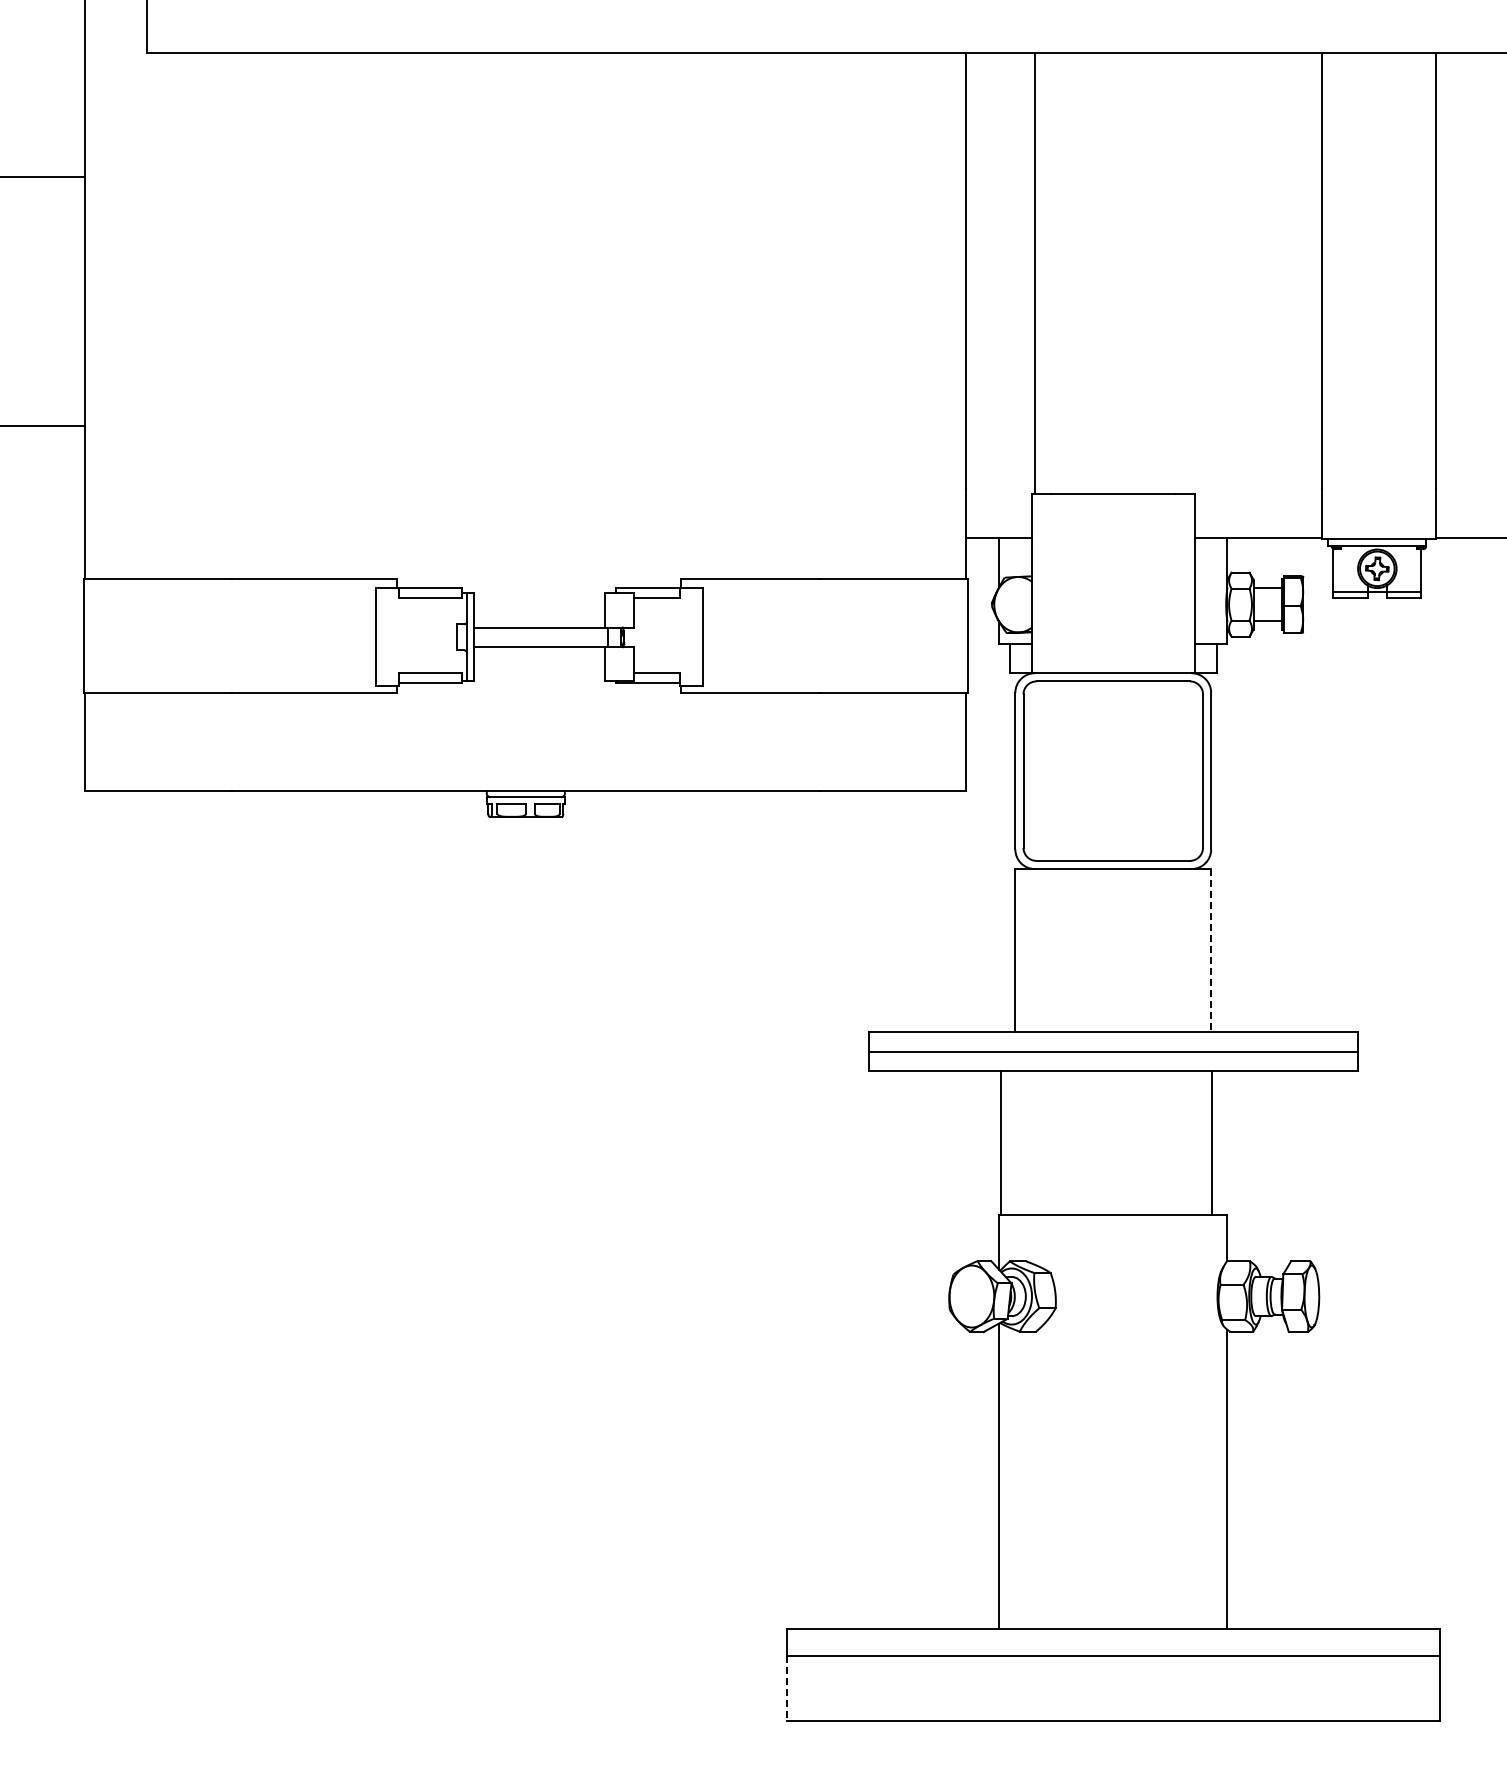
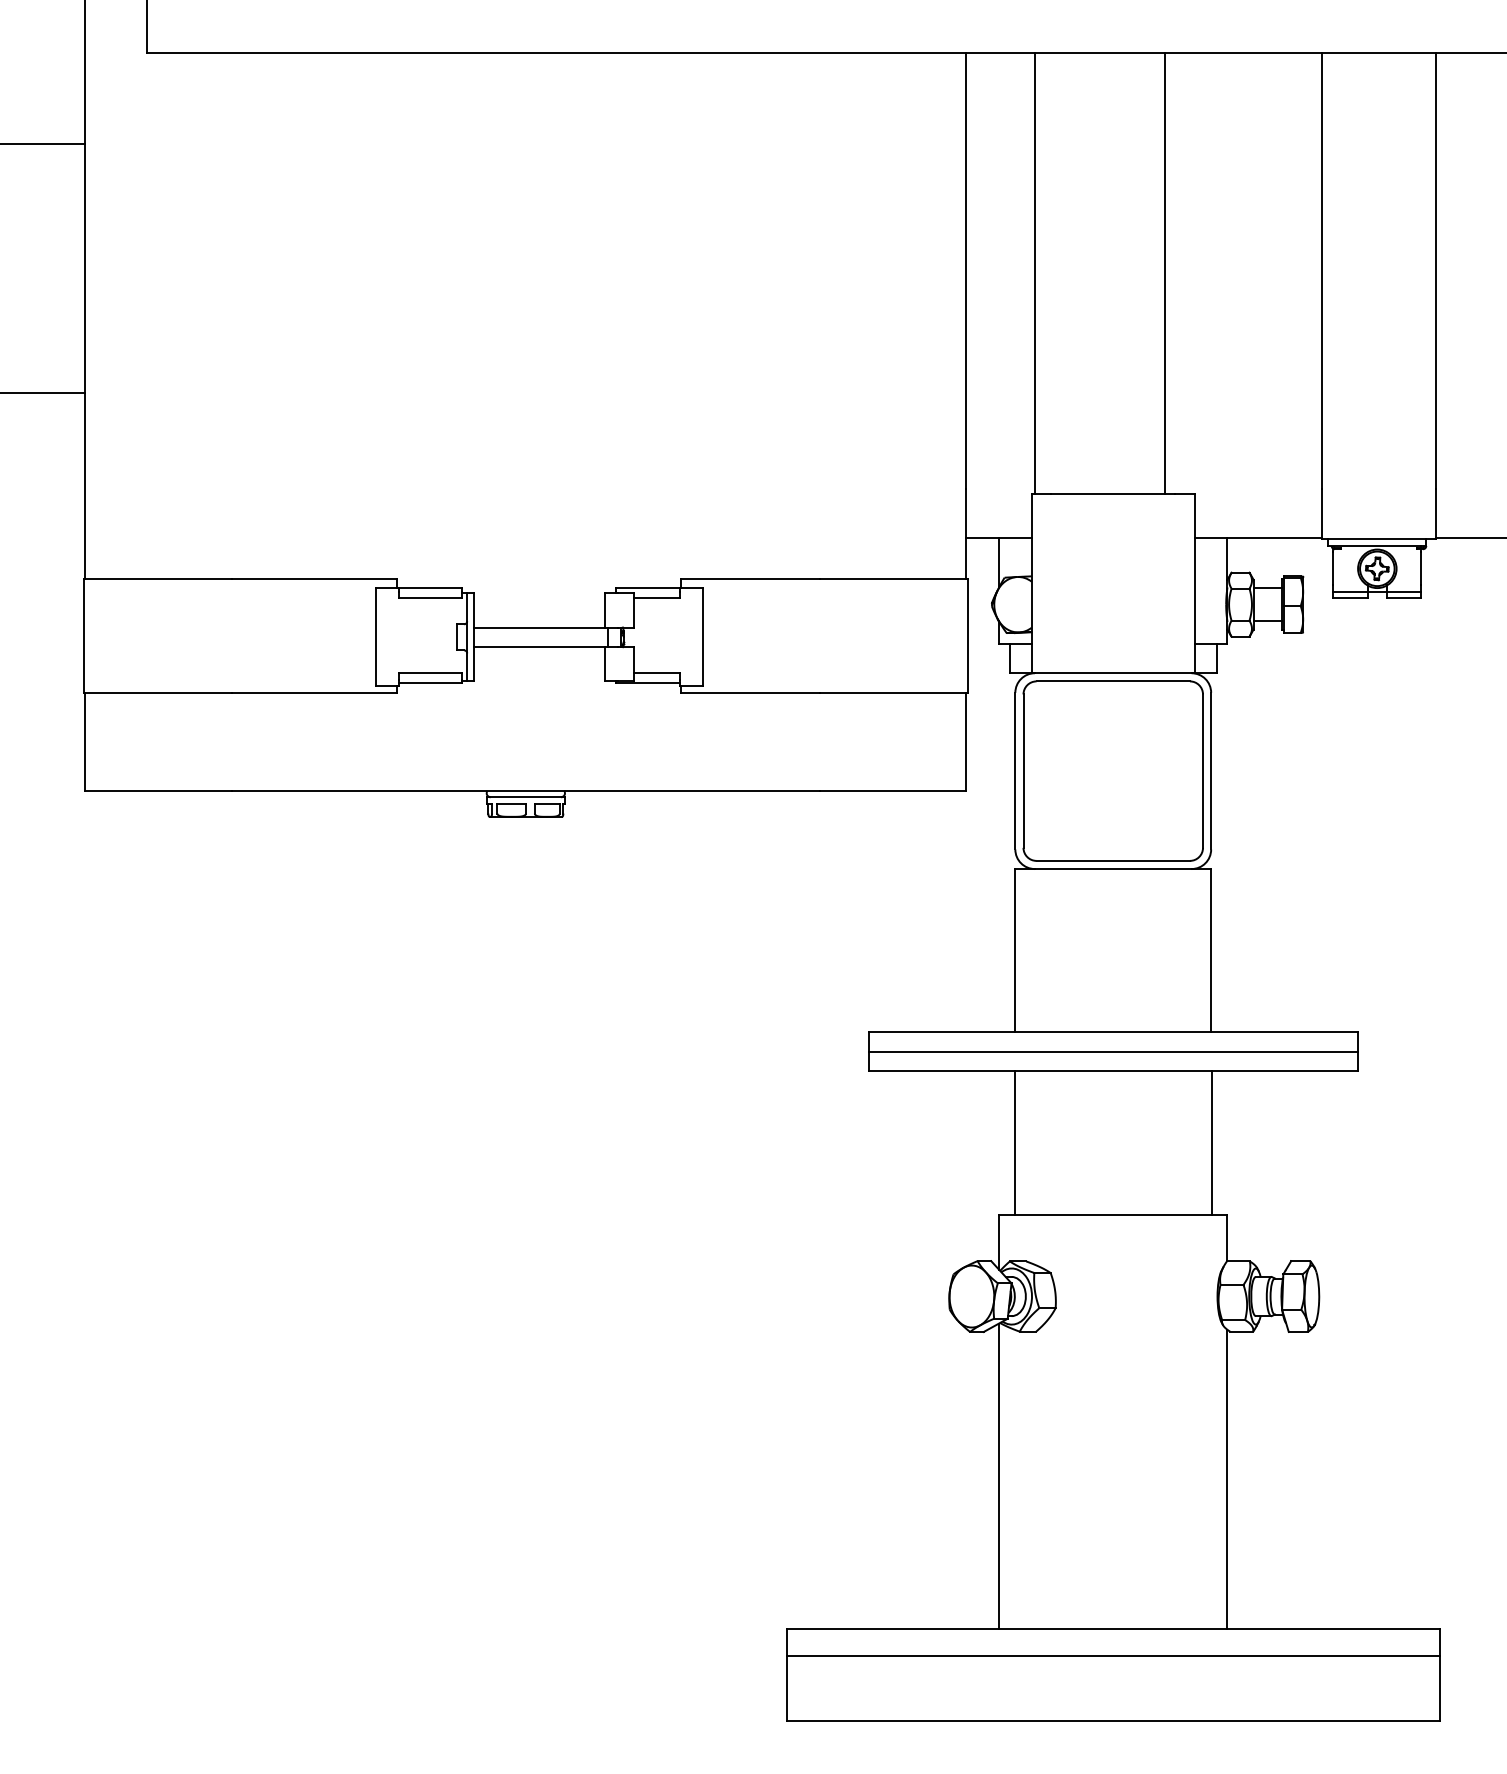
line at (43, 177) position: (43, 177) -> (43, 144)
line at (1165, 273): none -> present
line at (43, 425) position: (43, 425) -> (43, 392)
line at (1211, 950): dashed -> solid
line at (1000, 1142) position: (1000, 1142) -> (1014, 1142)
line at (786, 1688): dashed -> solid
